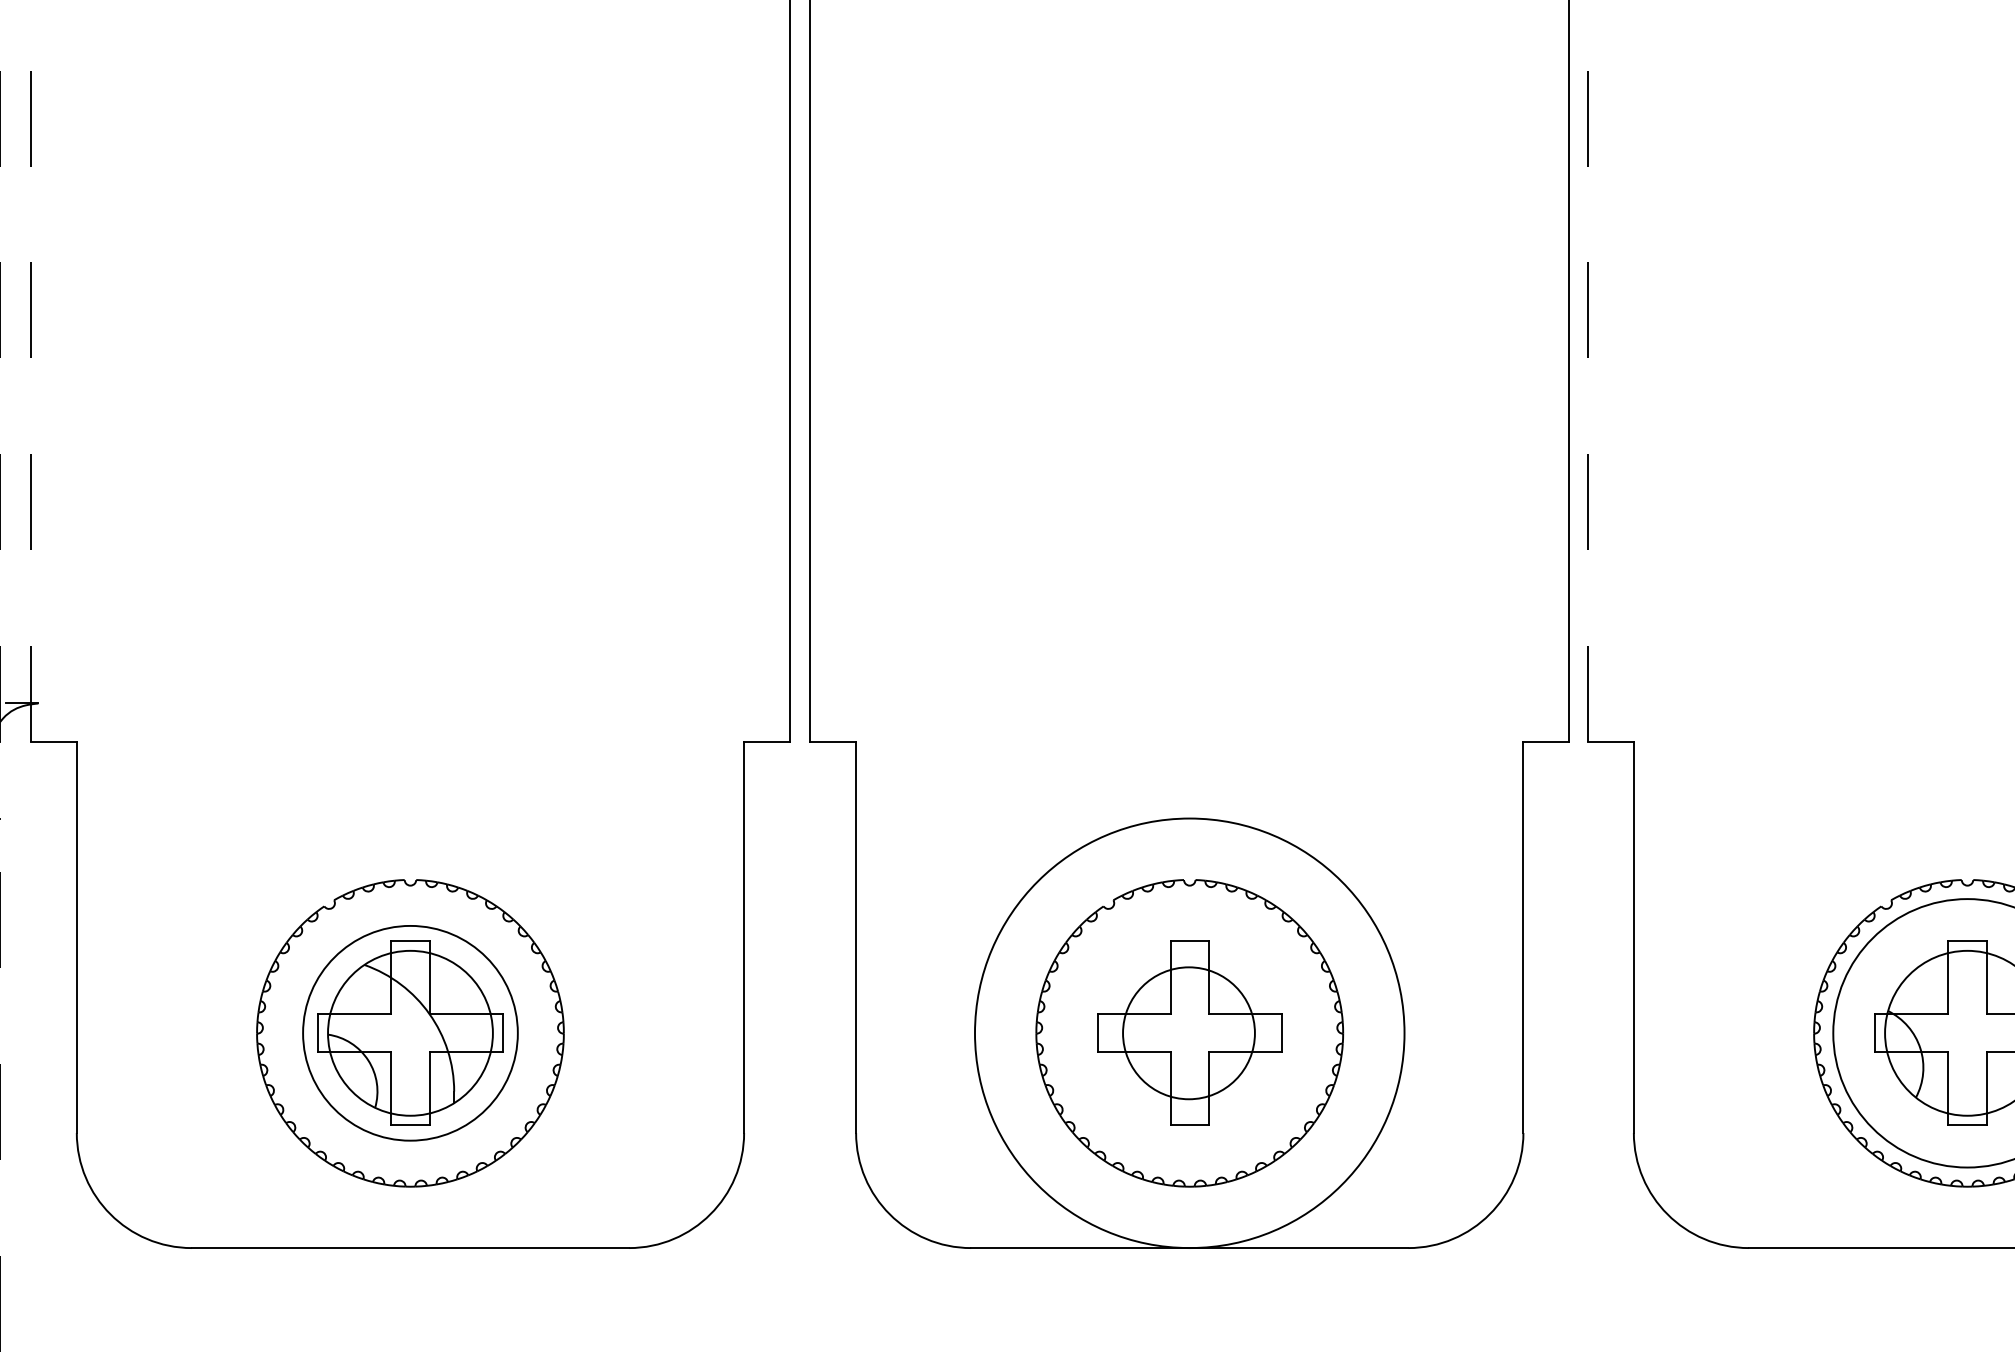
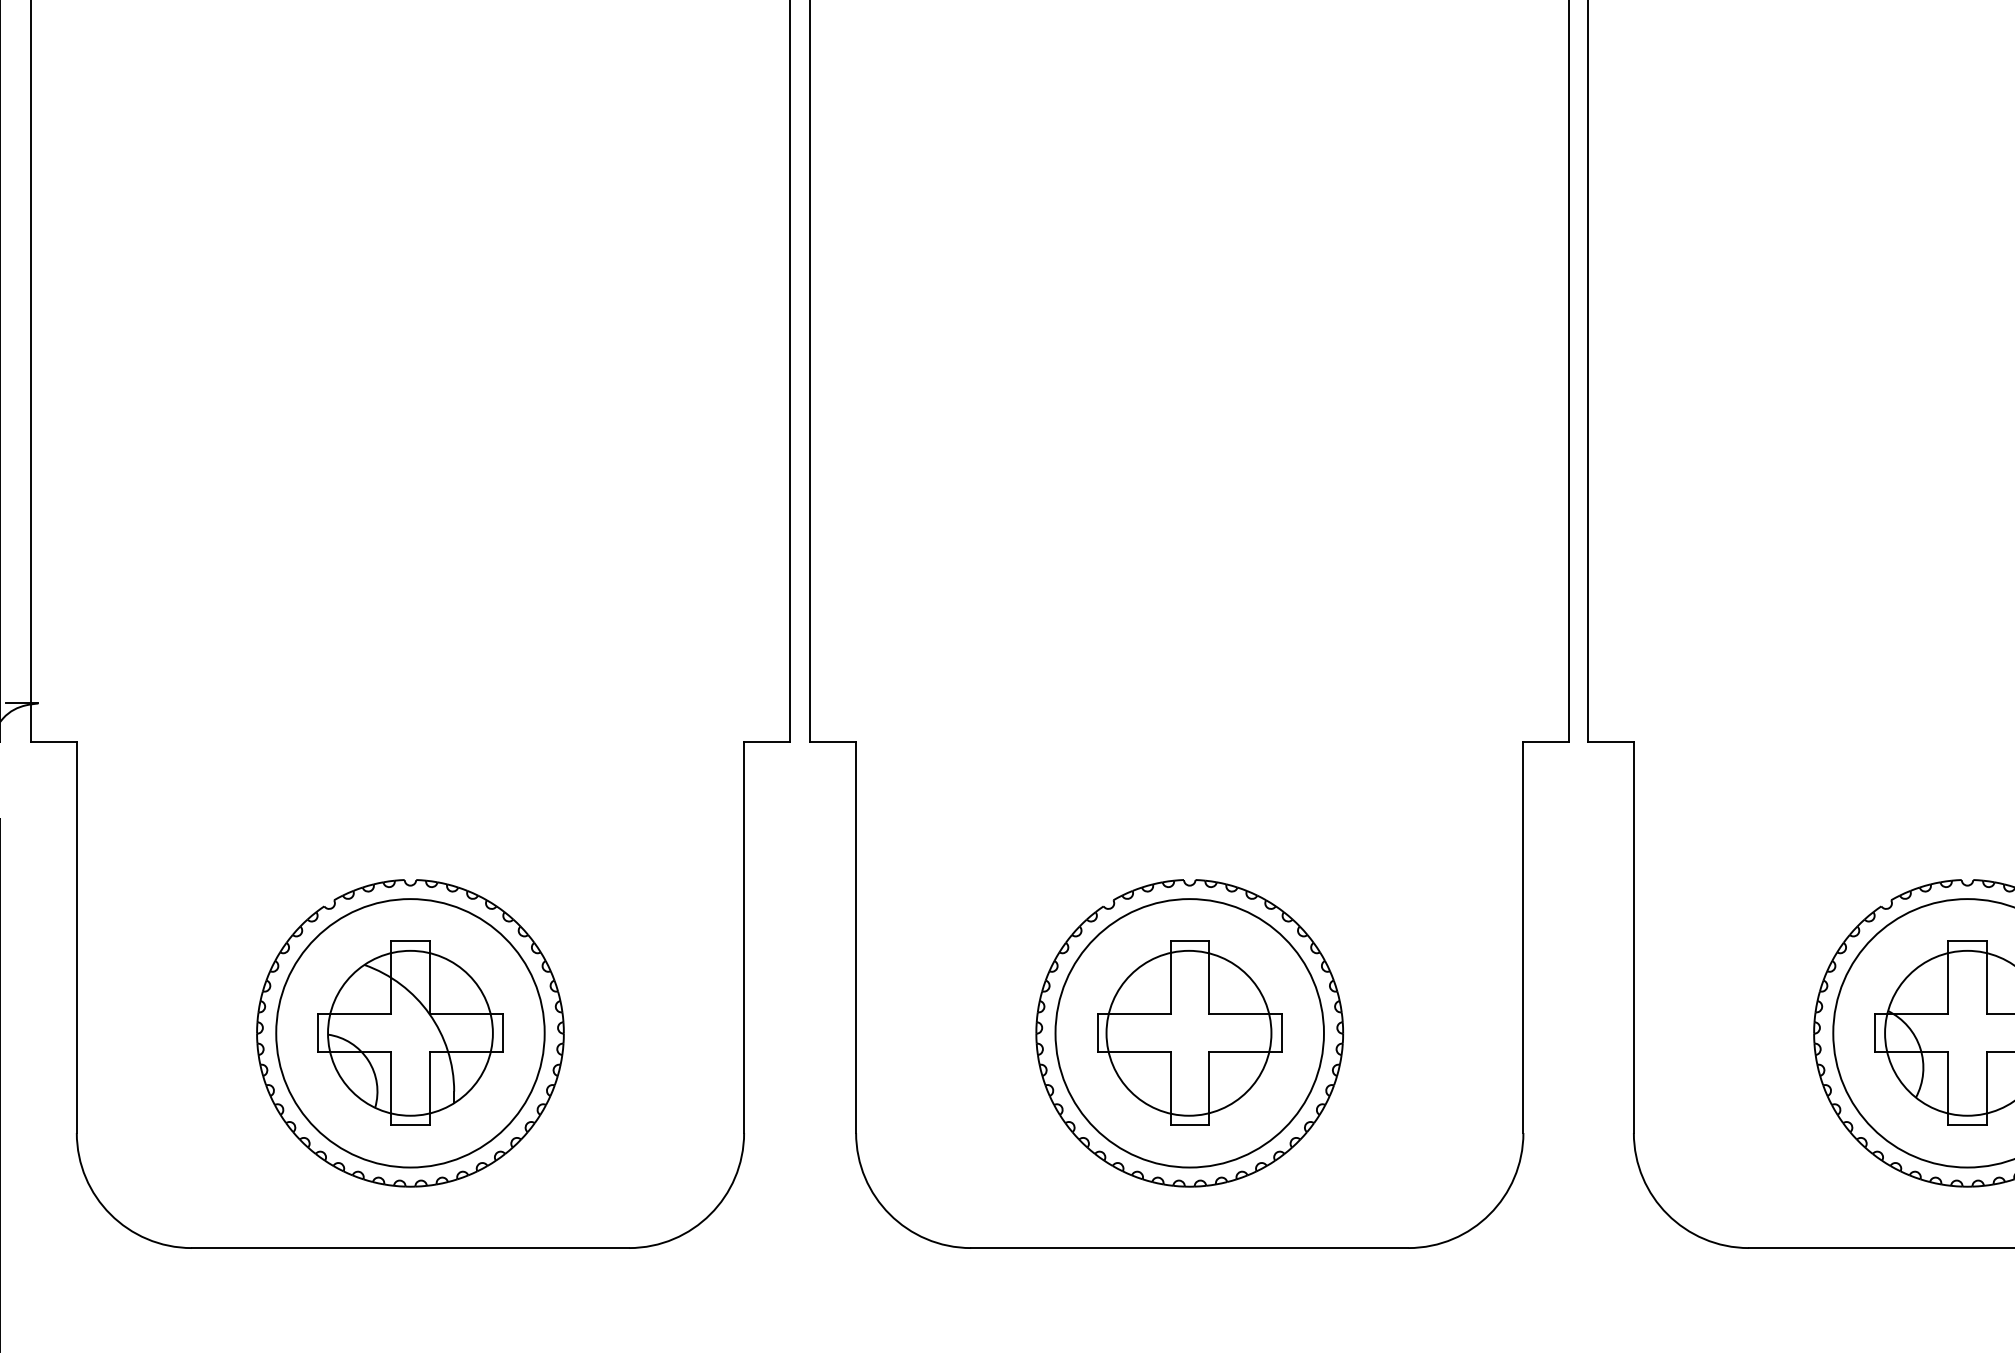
line at (0, 371): dashed -> solid
line at (30, 371): dashed -> solid
line at (1587, 371): dashed -> solid
circle at (410, 1032) diameter: 215 px -> 268 px
circle at (1188, 1033) diameter: 132 px -> 165 px
circle at (1189, 1033) diameter: 430 px -> 268 px
line at (0, 1085): dashed -> solid
